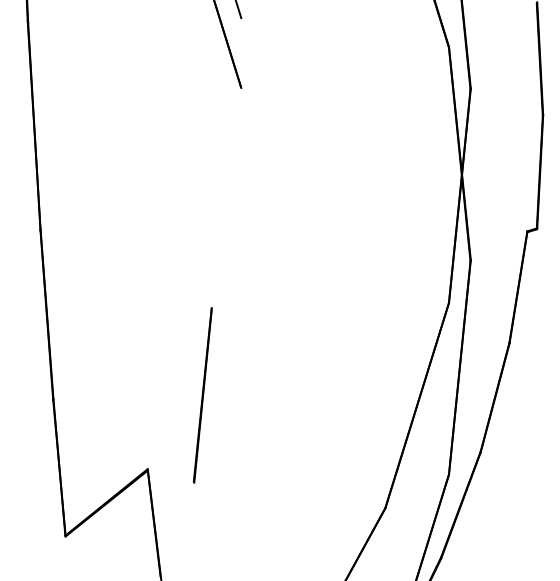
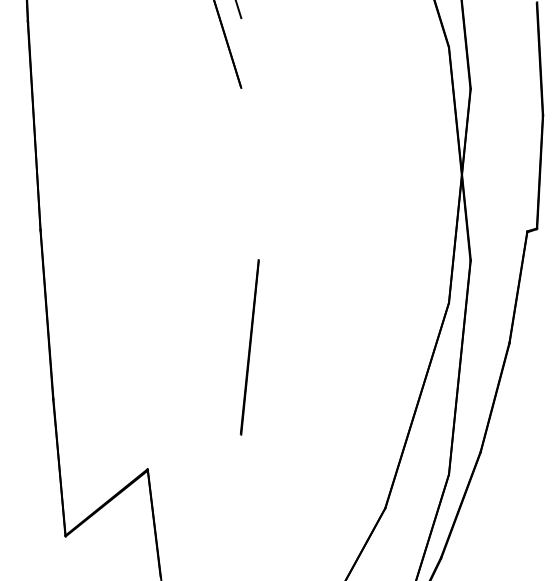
line at (202, 395) position: (202, 395) -> (249, 347)
